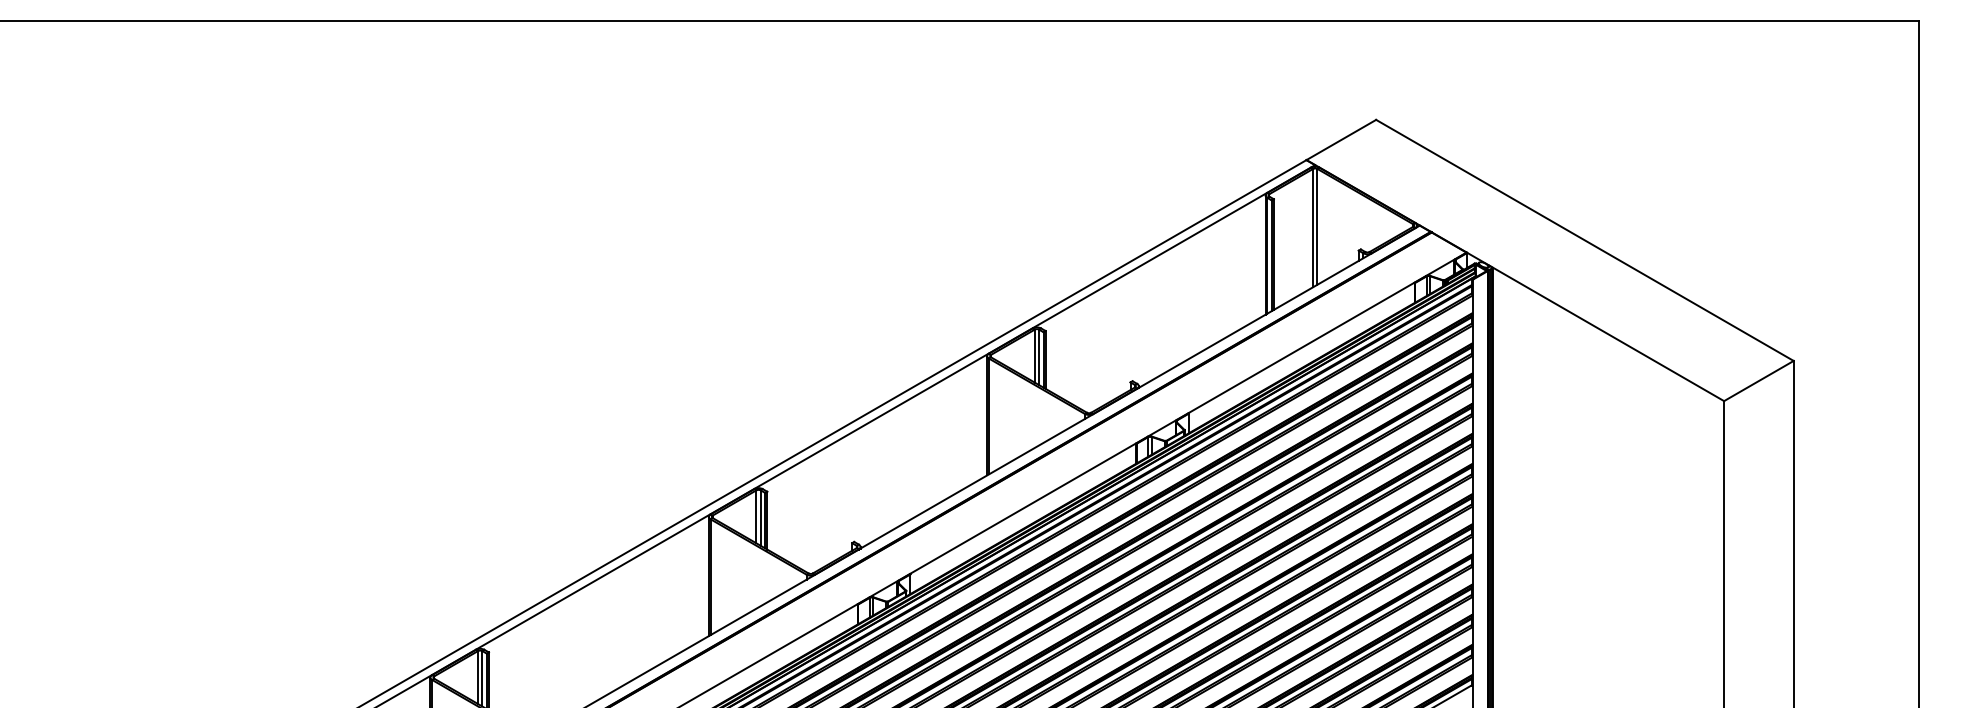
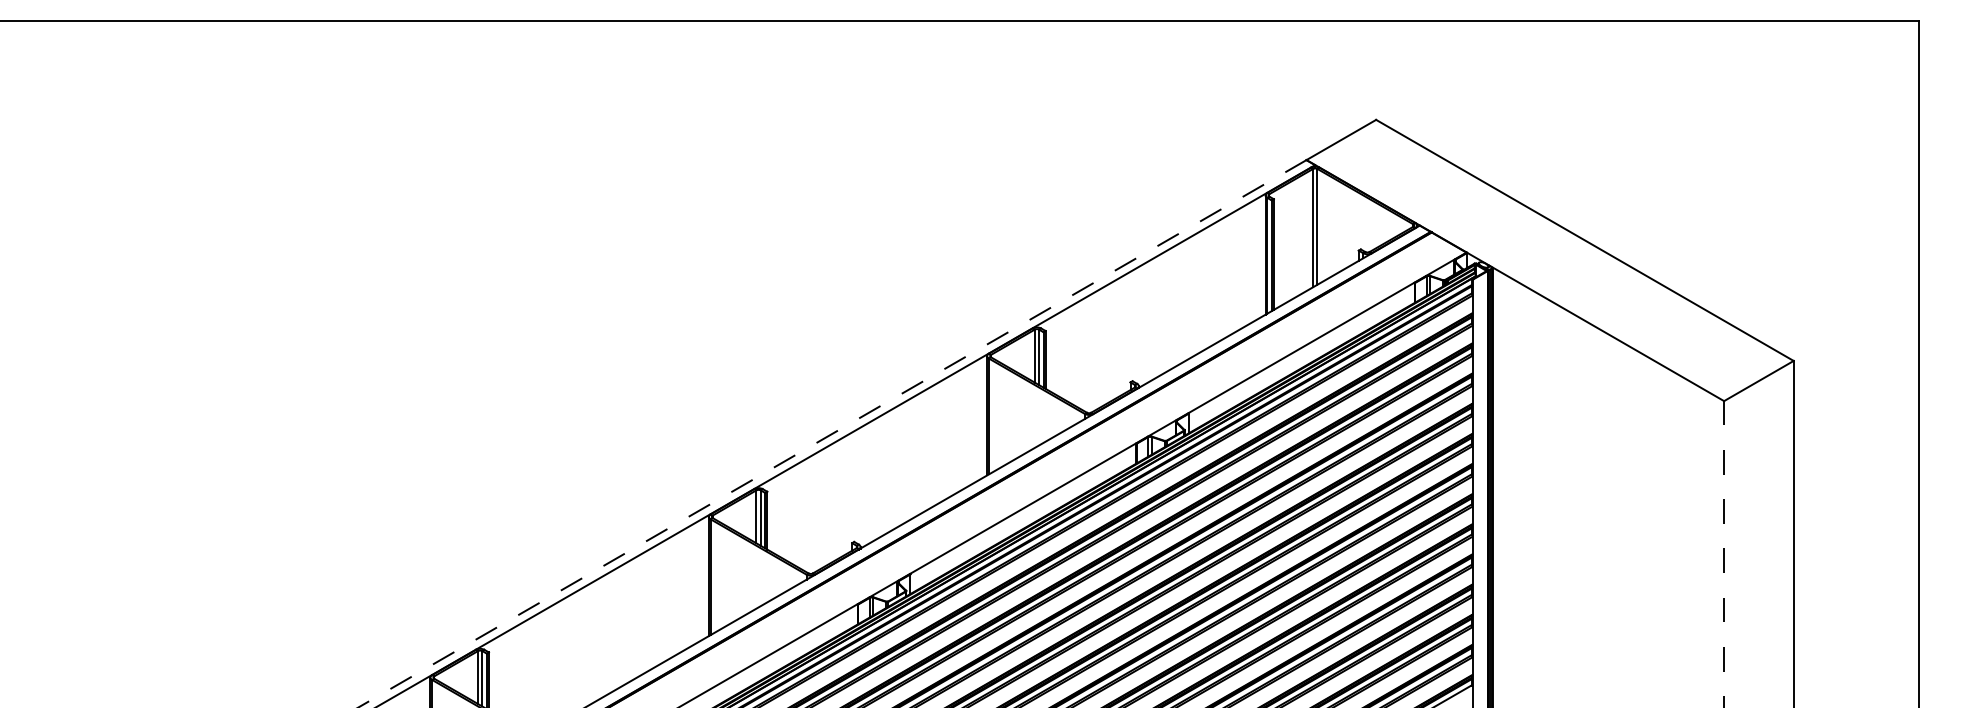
line at (832, 434): solid -> dashed
line at (1724, 554): solid -> dashed
